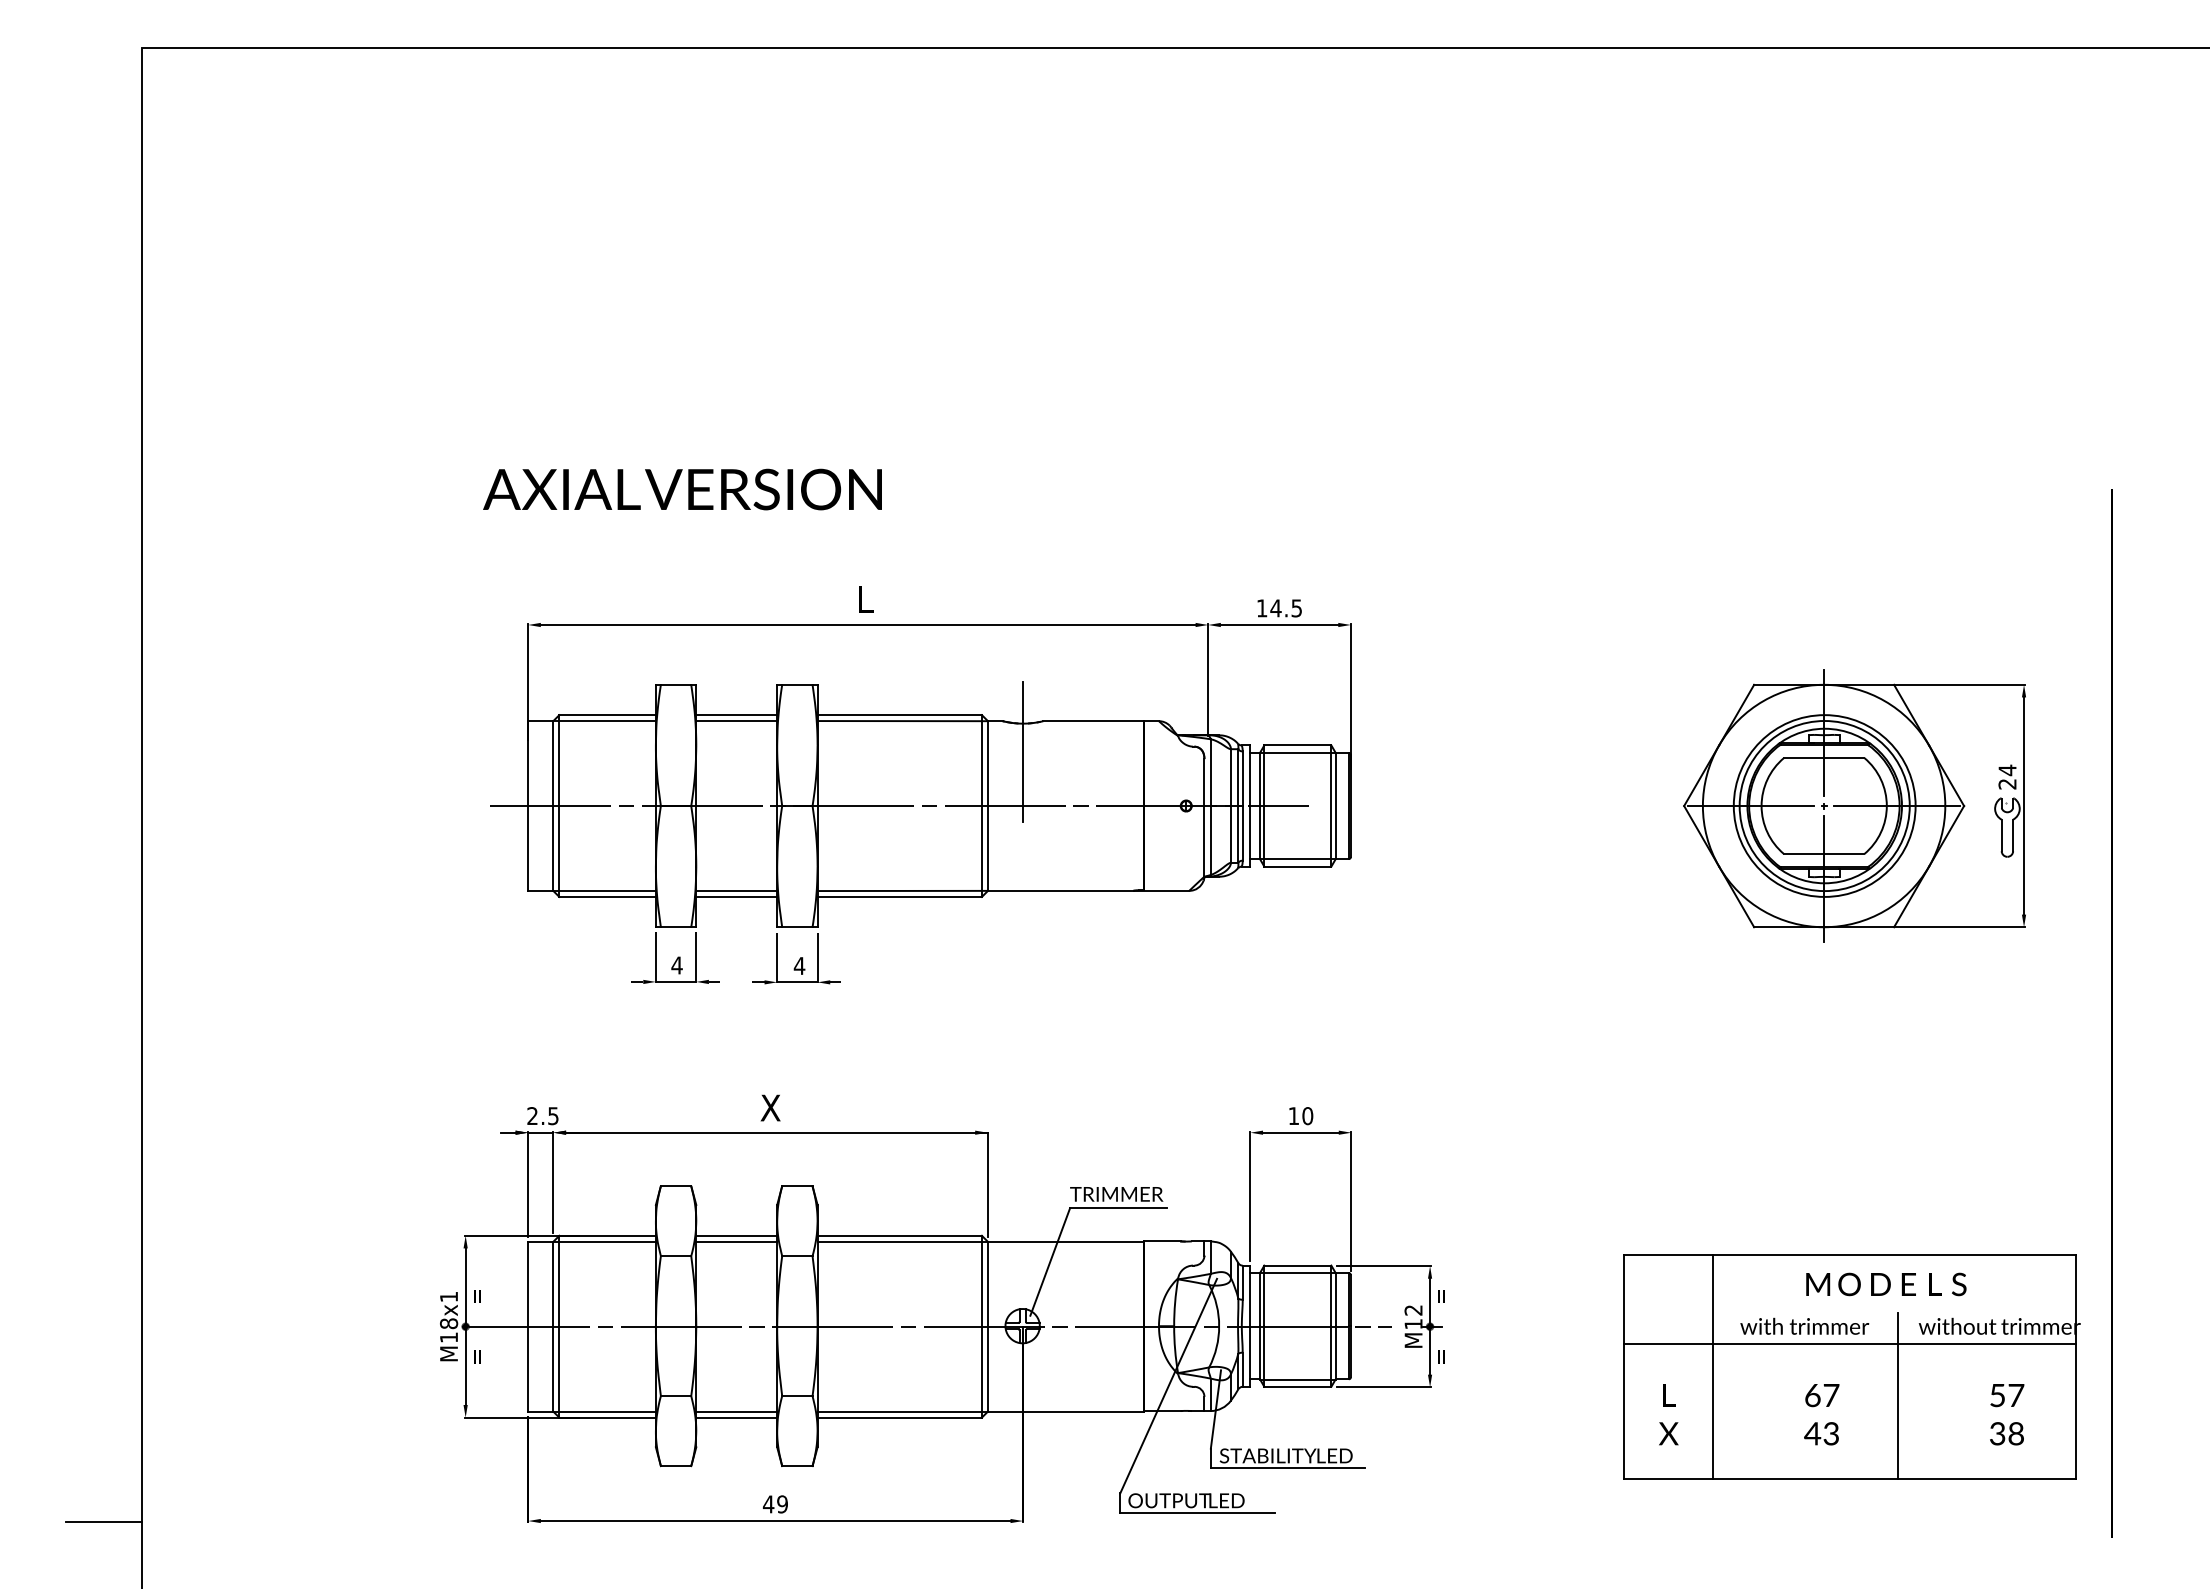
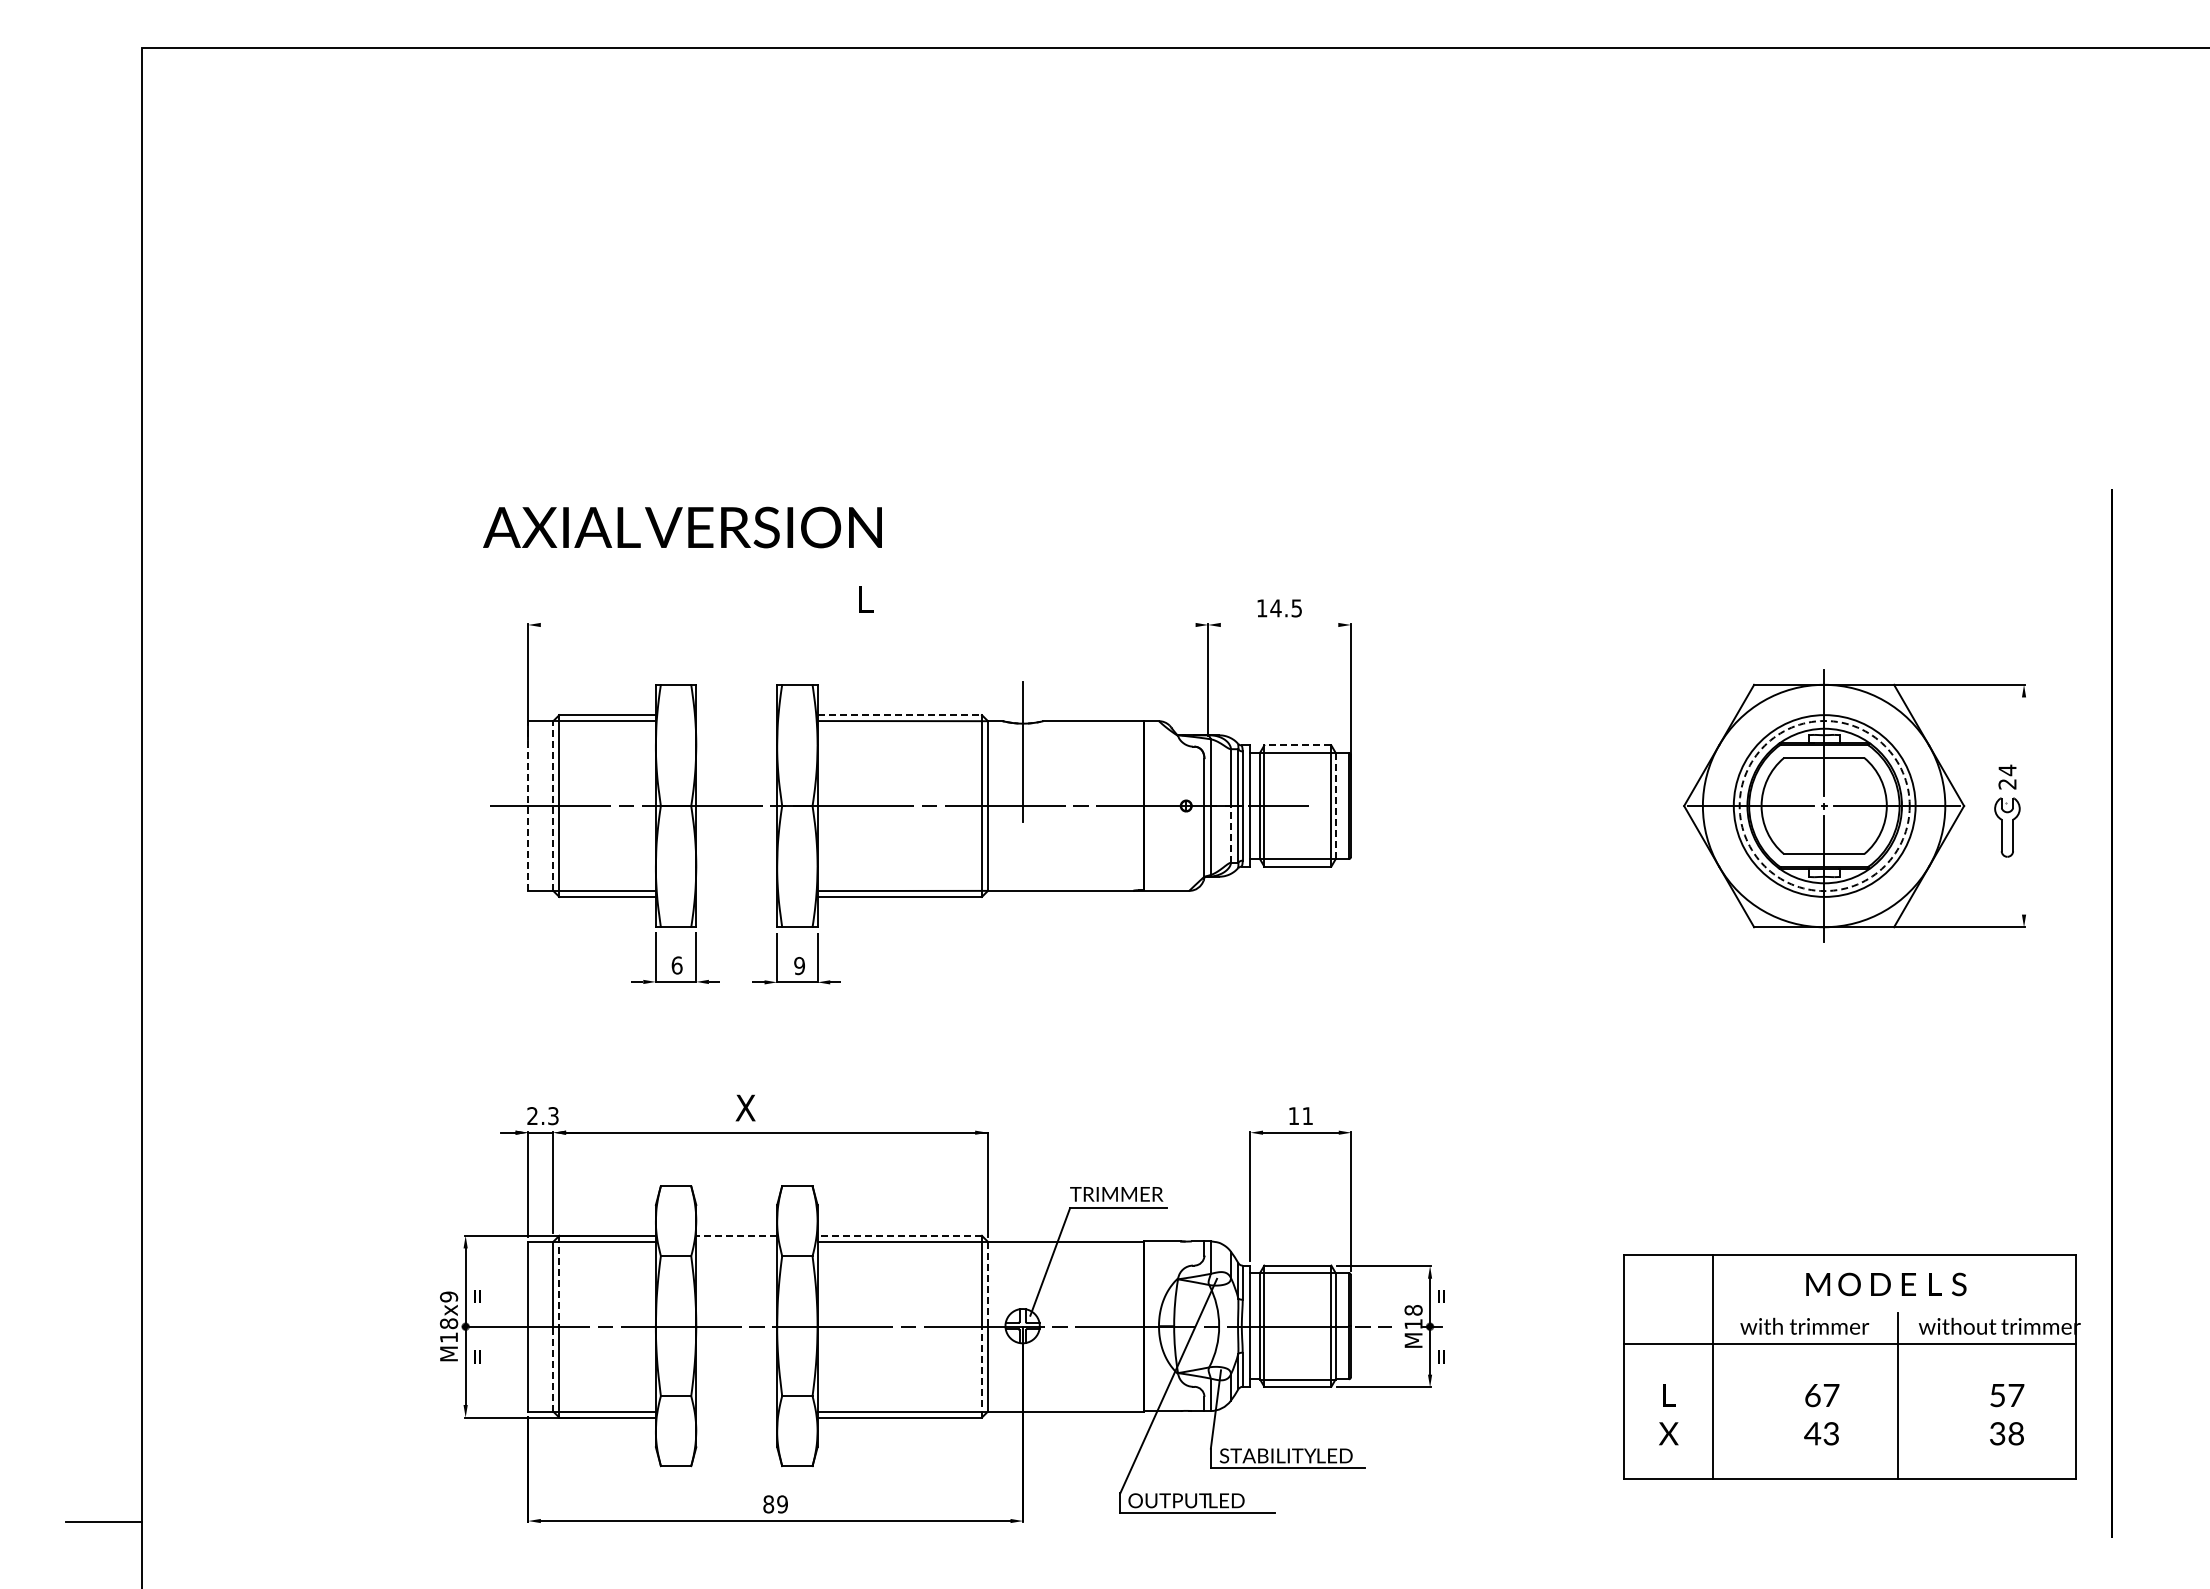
text at (682, 489) position: (682, 489) -> (682, 527)
line at (867, 624): present -> none
line at (1279, 624): present -> none
line at (736, 715): present -> none
line at (900, 715): solid -> dashed
line at (736, 720): present -> none
line at (1297, 745): solid -> dashed
line at (553, 805): solid -> dashed
line at (1335, 805): solid -> dashed
circle at (1824, 805): solid -> dashed
line at (2024, 805): present -> none
line at (528, 806): solid -> dashed
line at (1230, 833): solid -> dashed
line at (736, 891): present -> none
line at (736, 896): present -> none
text at (676, 965): 4 -> 6
text at (799, 965): 4 -> 9
text at (770, 1107) position: (770, 1107) -> (745, 1107)
text at (553, 1115): 2.5 -> 2.3
text at (1307, 1116): 10 -> 11
line at (736, 1235): solid -> dashed
line at (899, 1235): solid -> dashed
line at (736, 1241): present -> none
line at (559, 1281): solid -> dashed
line at (987, 1284): solid -> dashed
text at (449, 1296): M18x1 -> M18x9
text at (1413, 1310): M12 -> M18
line at (553, 1369): solid -> dashed
line at (981, 1371): solid -> dashed
line at (736, 1411): present -> none
line at (736, 1417): present -> none
text at (768, 1504): 49 -> 89
